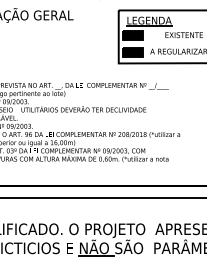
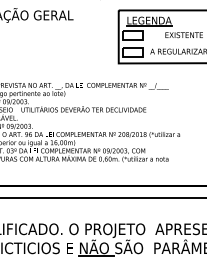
fill at (132, 35): present -> none
fill at (132, 51): present -> none
